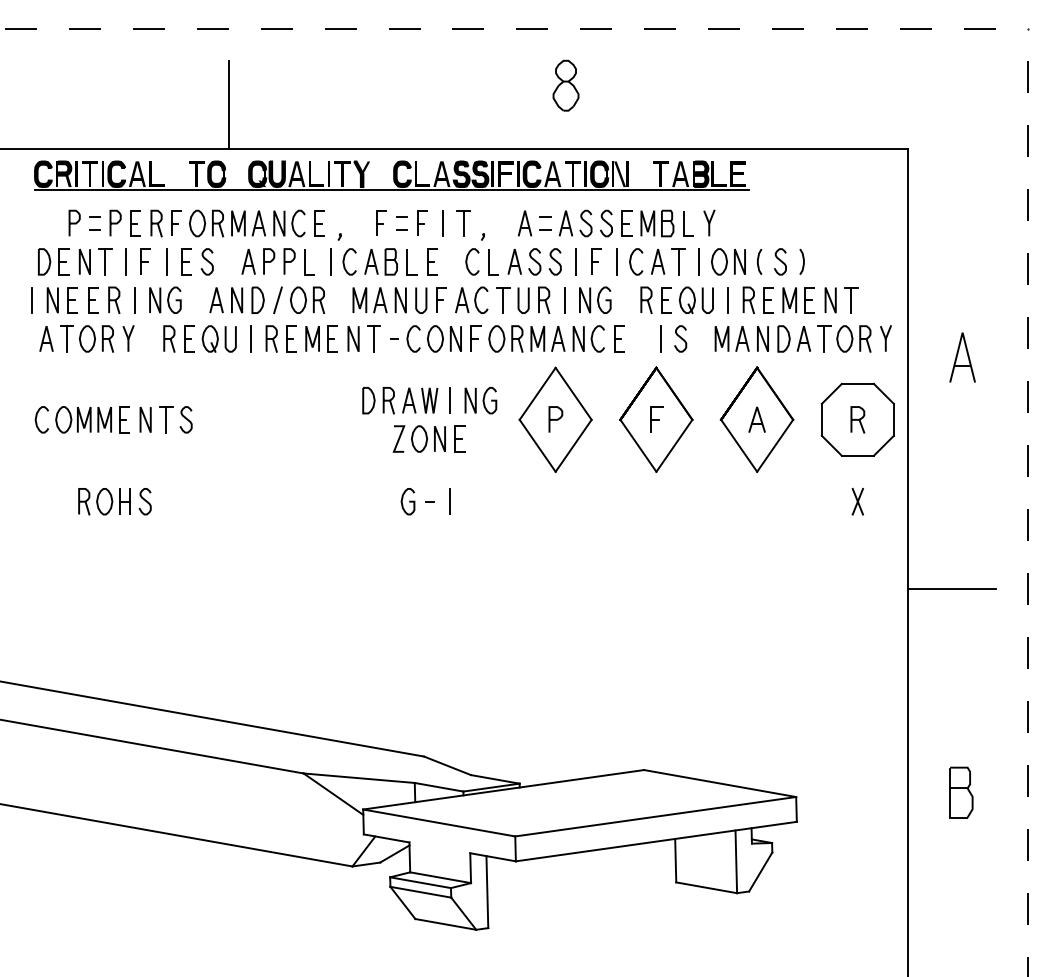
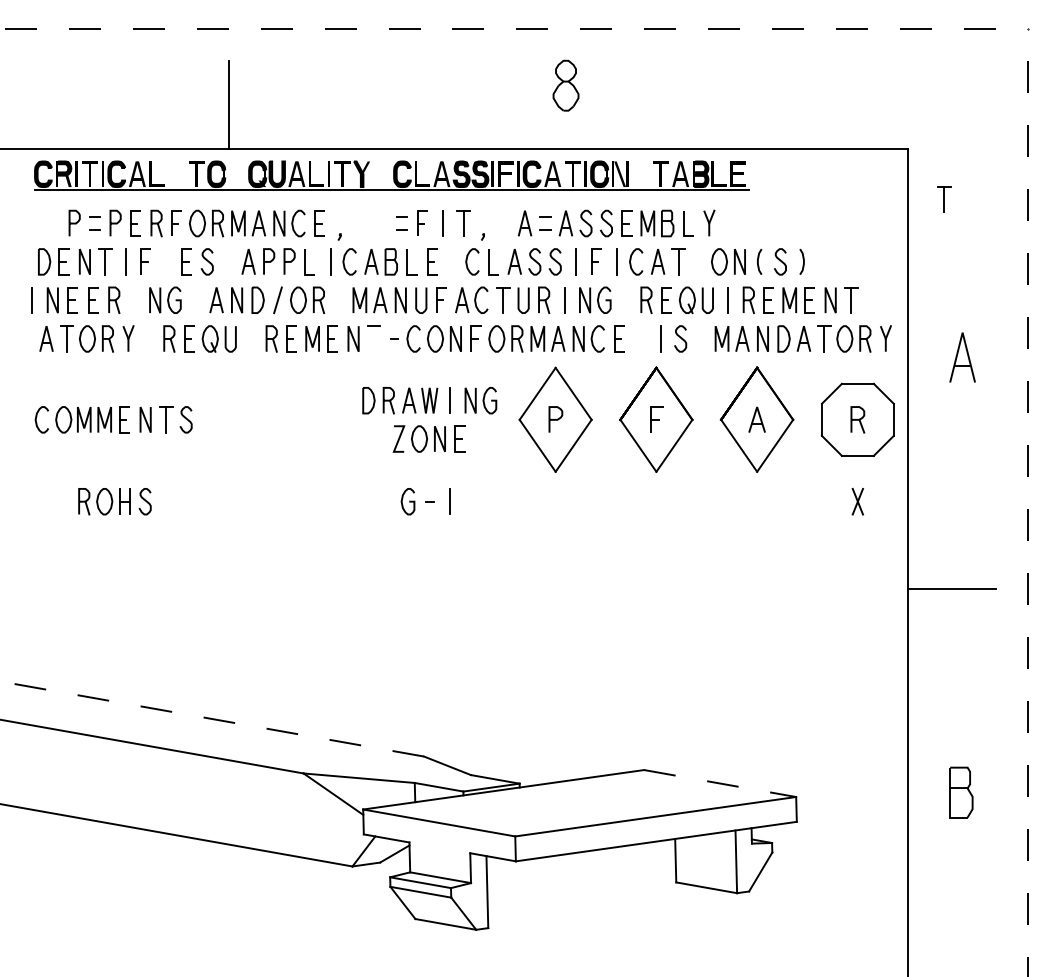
part at (944, 199): none -> present
part at (381, 222): present -> none
line at (166, 261): present -> none
line at (699, 261): present -> none
line at (134, 300): present -> none
line at (251, 338): present -> none
line at (374, 338): present -> none
line at (212, 719): solid -> dashed
line at (720, 783): solid -> dashed
